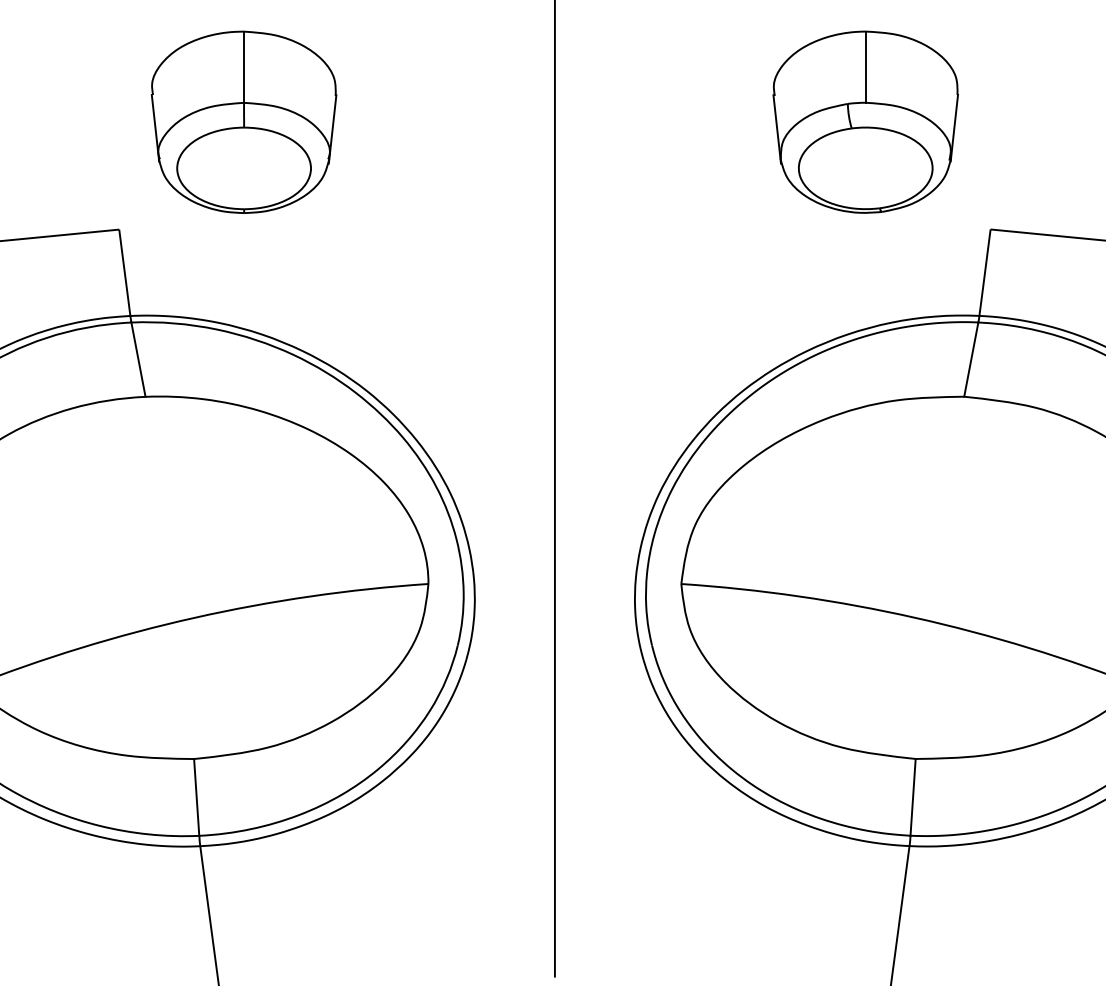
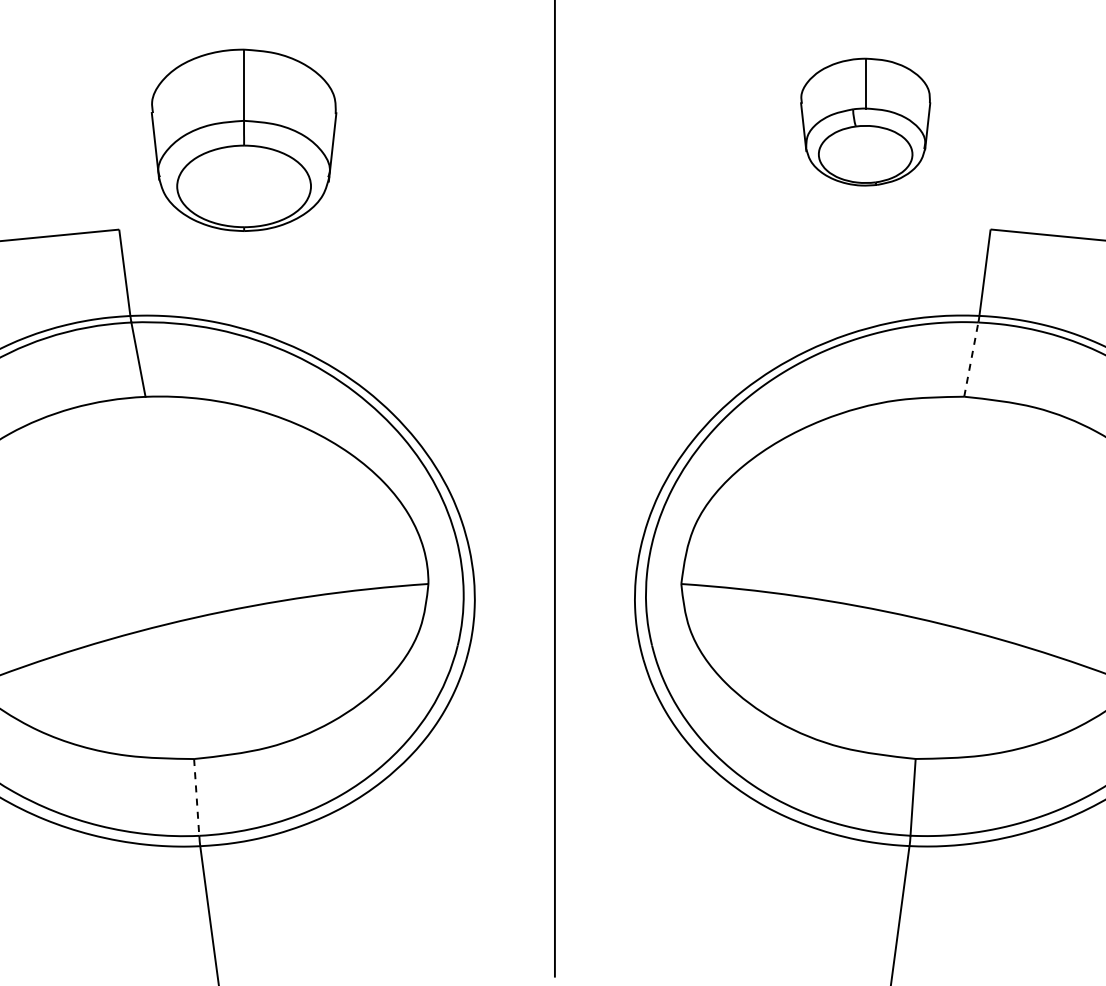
part at (243, 121) position: (243, 121) -> (243, 139)
part at (865, 121) size: 187x184 px -> 132x130 px
line at (971, 358): solid -> dashed
line at (196, 797): solid -> dashed
